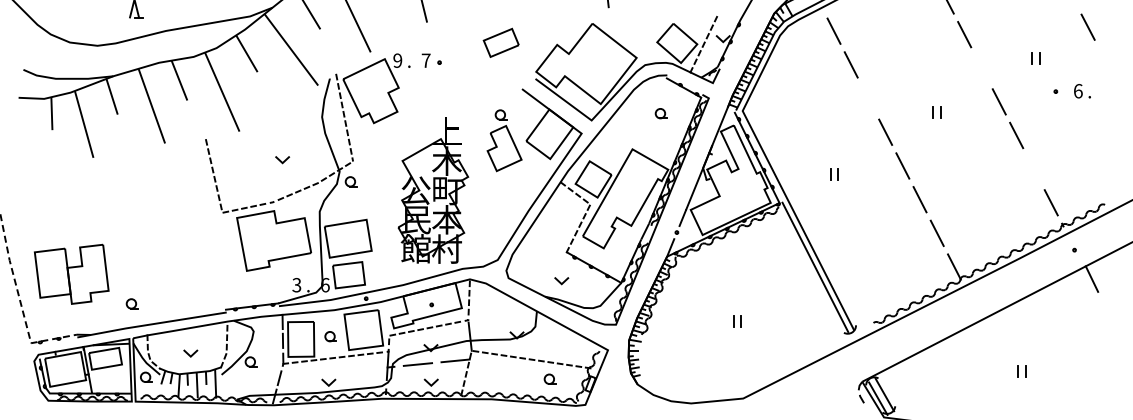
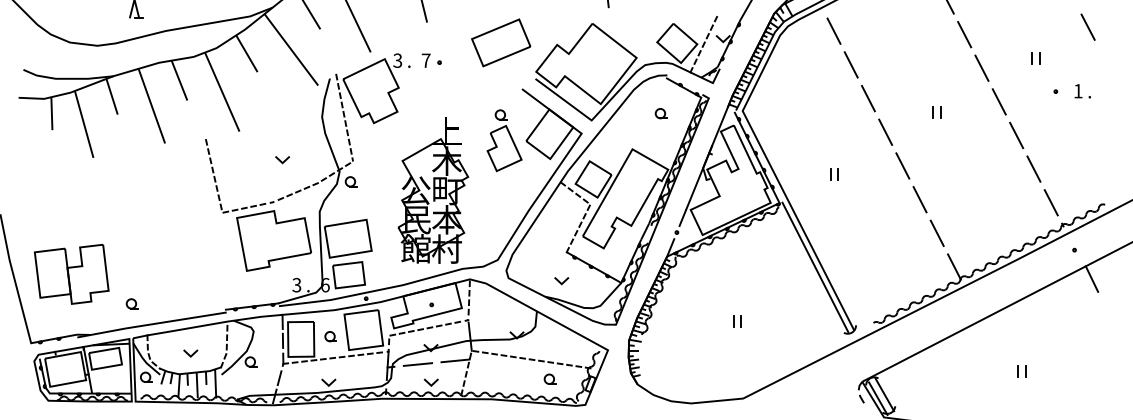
part at (500, 42) size: 38x31 px -> 61x50 px
text at (397, 60): 9 -> 3
line at (981, 67): none -> present
text at (1078, 91): 6 -> 1
line at (867, 98): none -> present
line at (1033, 168): none -> present
line at (20, 301): dashed -> solid
